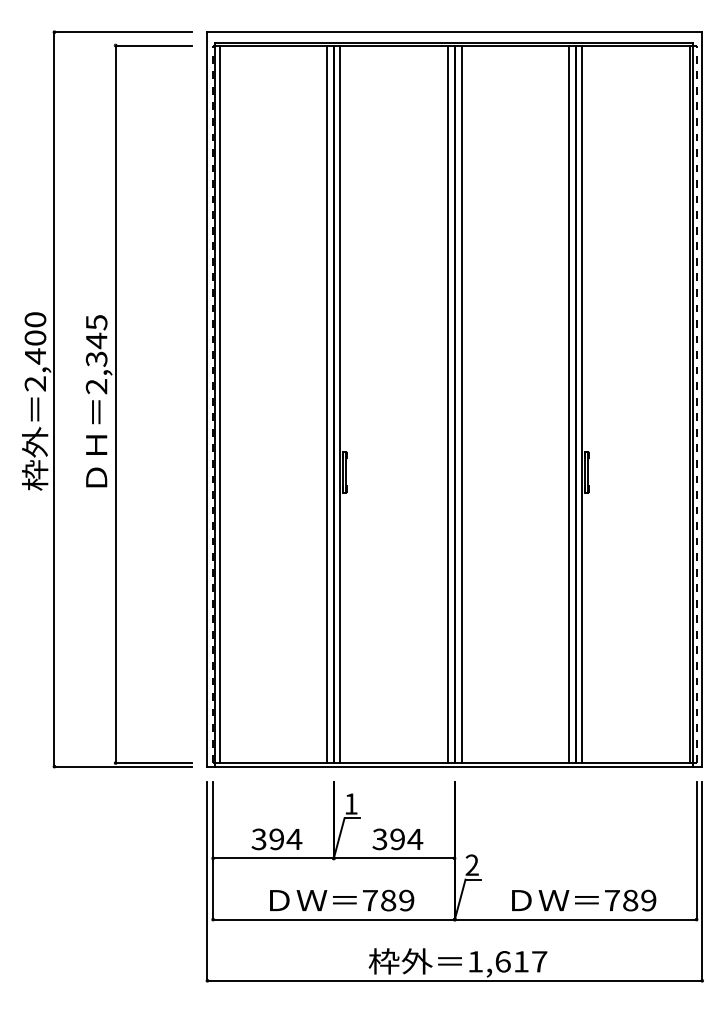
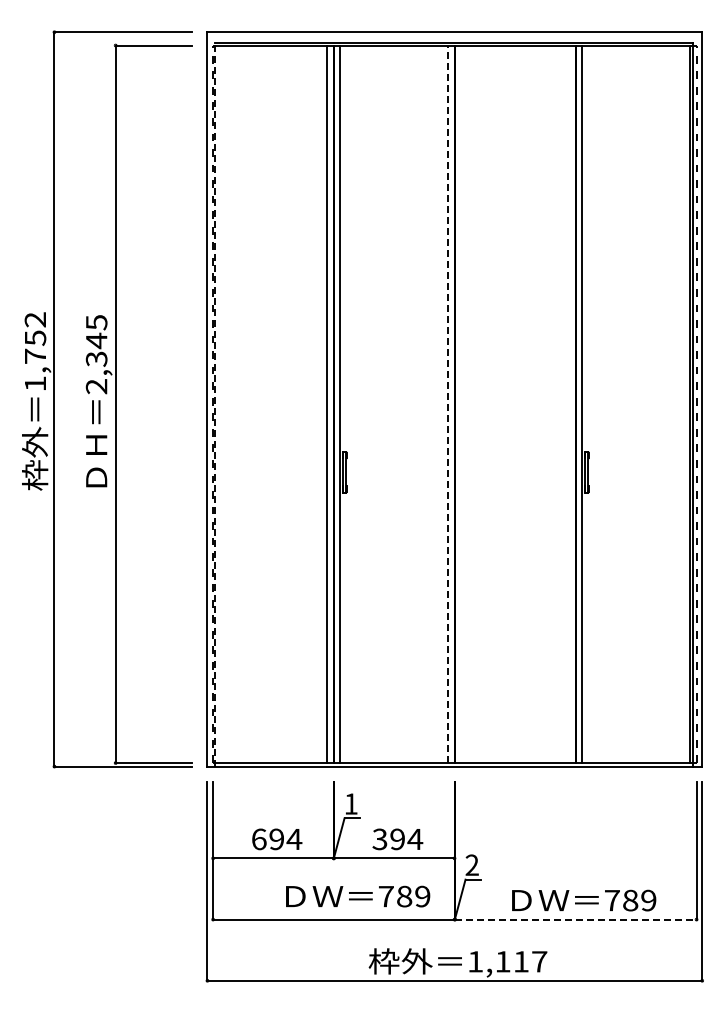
text at (35, 351): 2,400 -> 1,752
line at (214, 404): solid -> dashed
line at (219, 404): present -> none
line at (448, 404): solid -> dashed
line at (461, 404): present -> none
line at (569, 404): present -> none
text at (258, 839): 394 -> 694
text at (342, 900) position: (342, 900) -> (358, 896)
line at (575, 919): solid -> dashed
text at (502, 961): 1,617 -> 1,117
